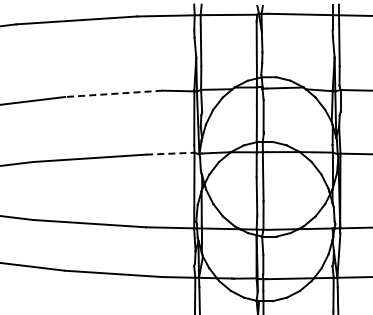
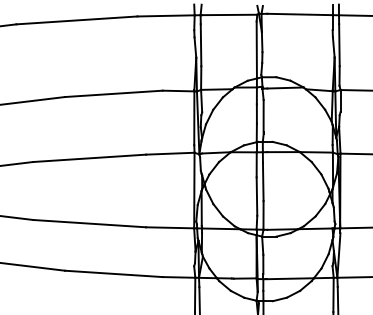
line at (113, 93): dashed -> solid
line at (170, 153): dashed -> solid
